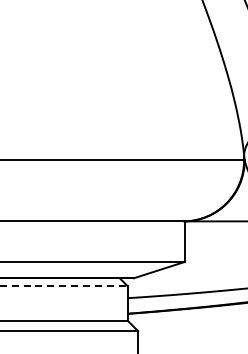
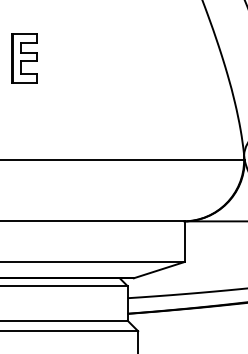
part at (24, 58): none -> present
line at (64, 286): dashed -> solid
